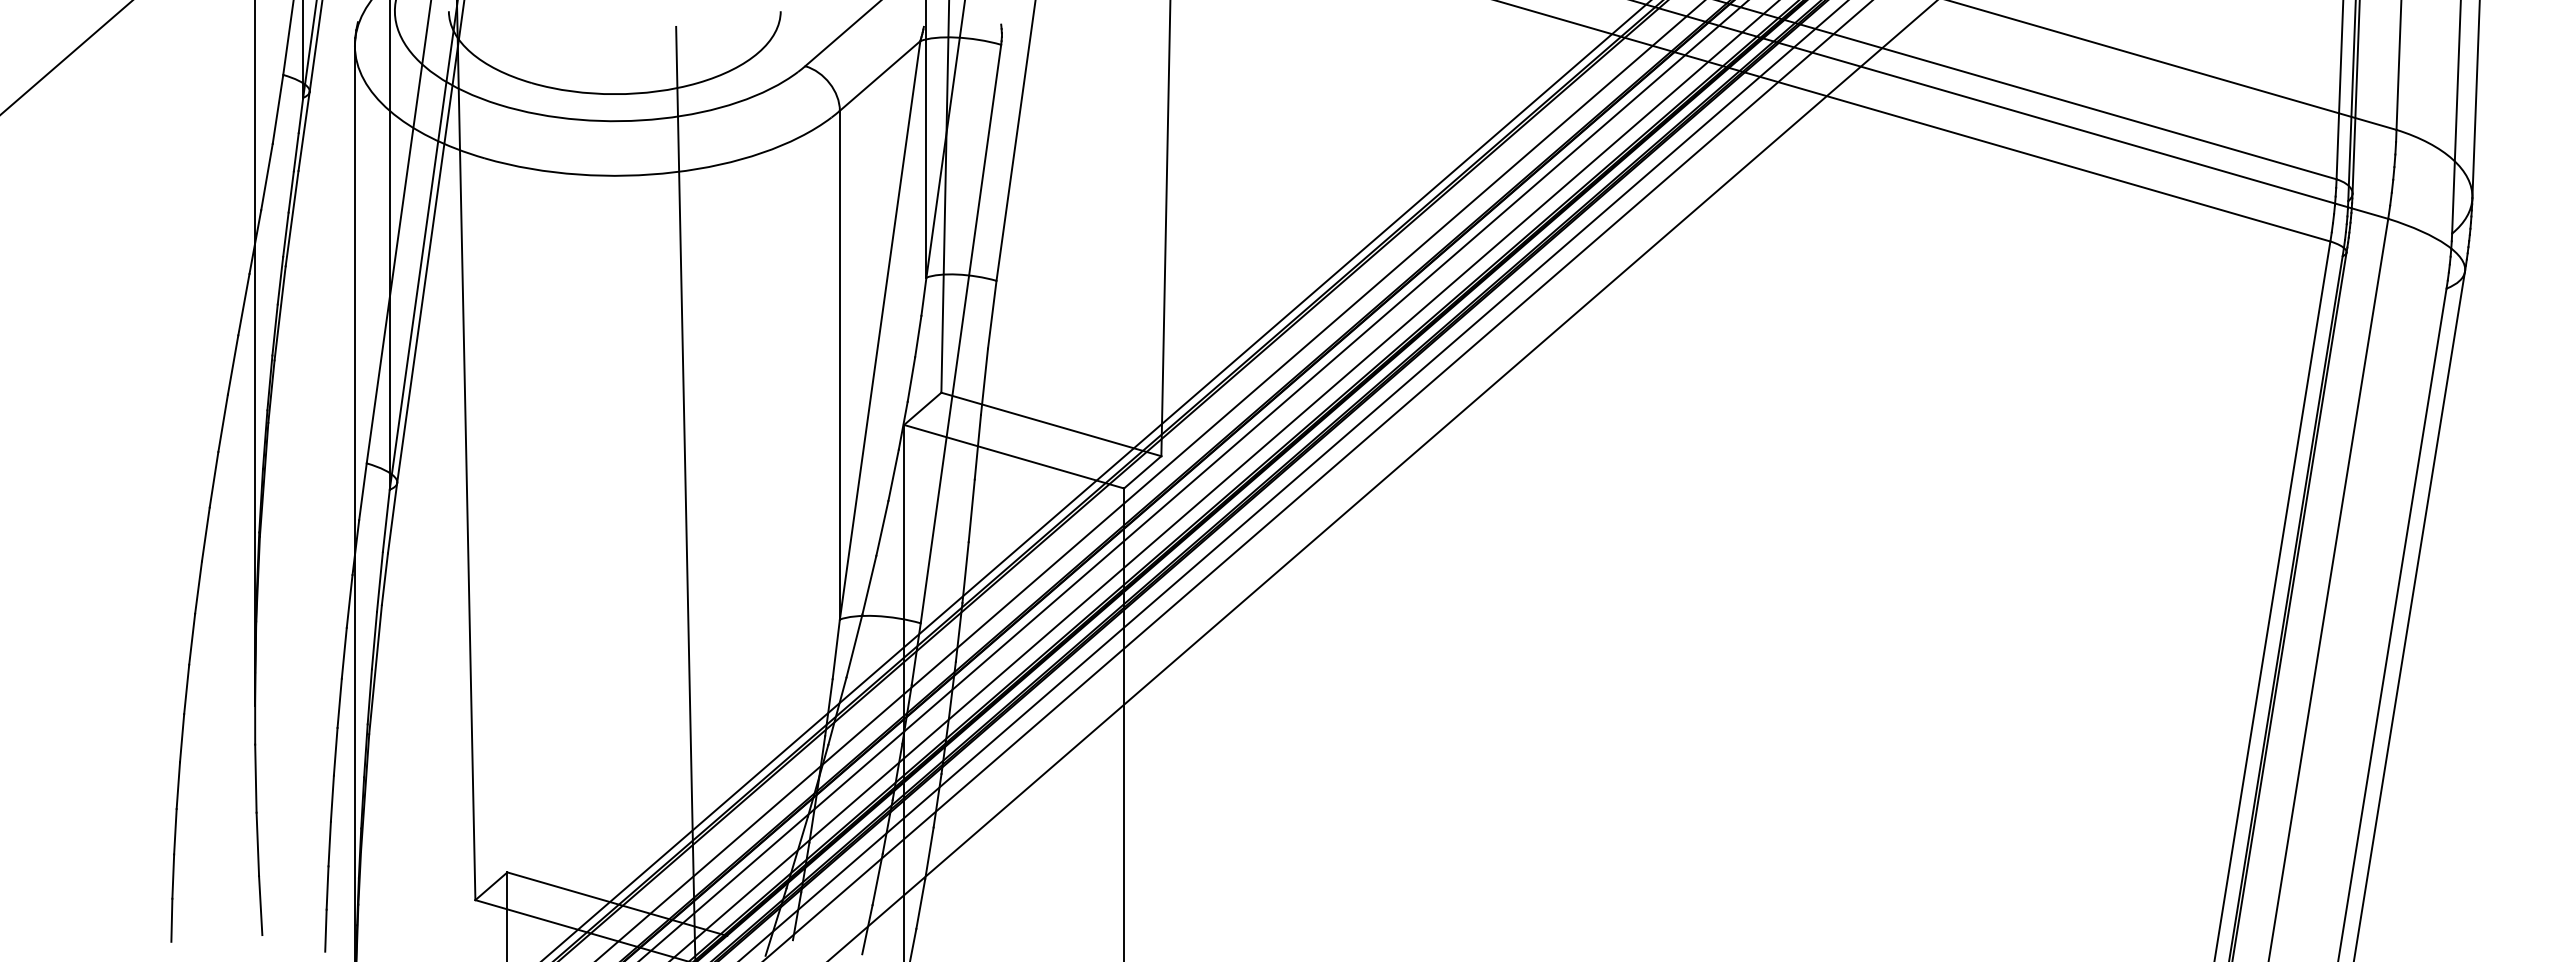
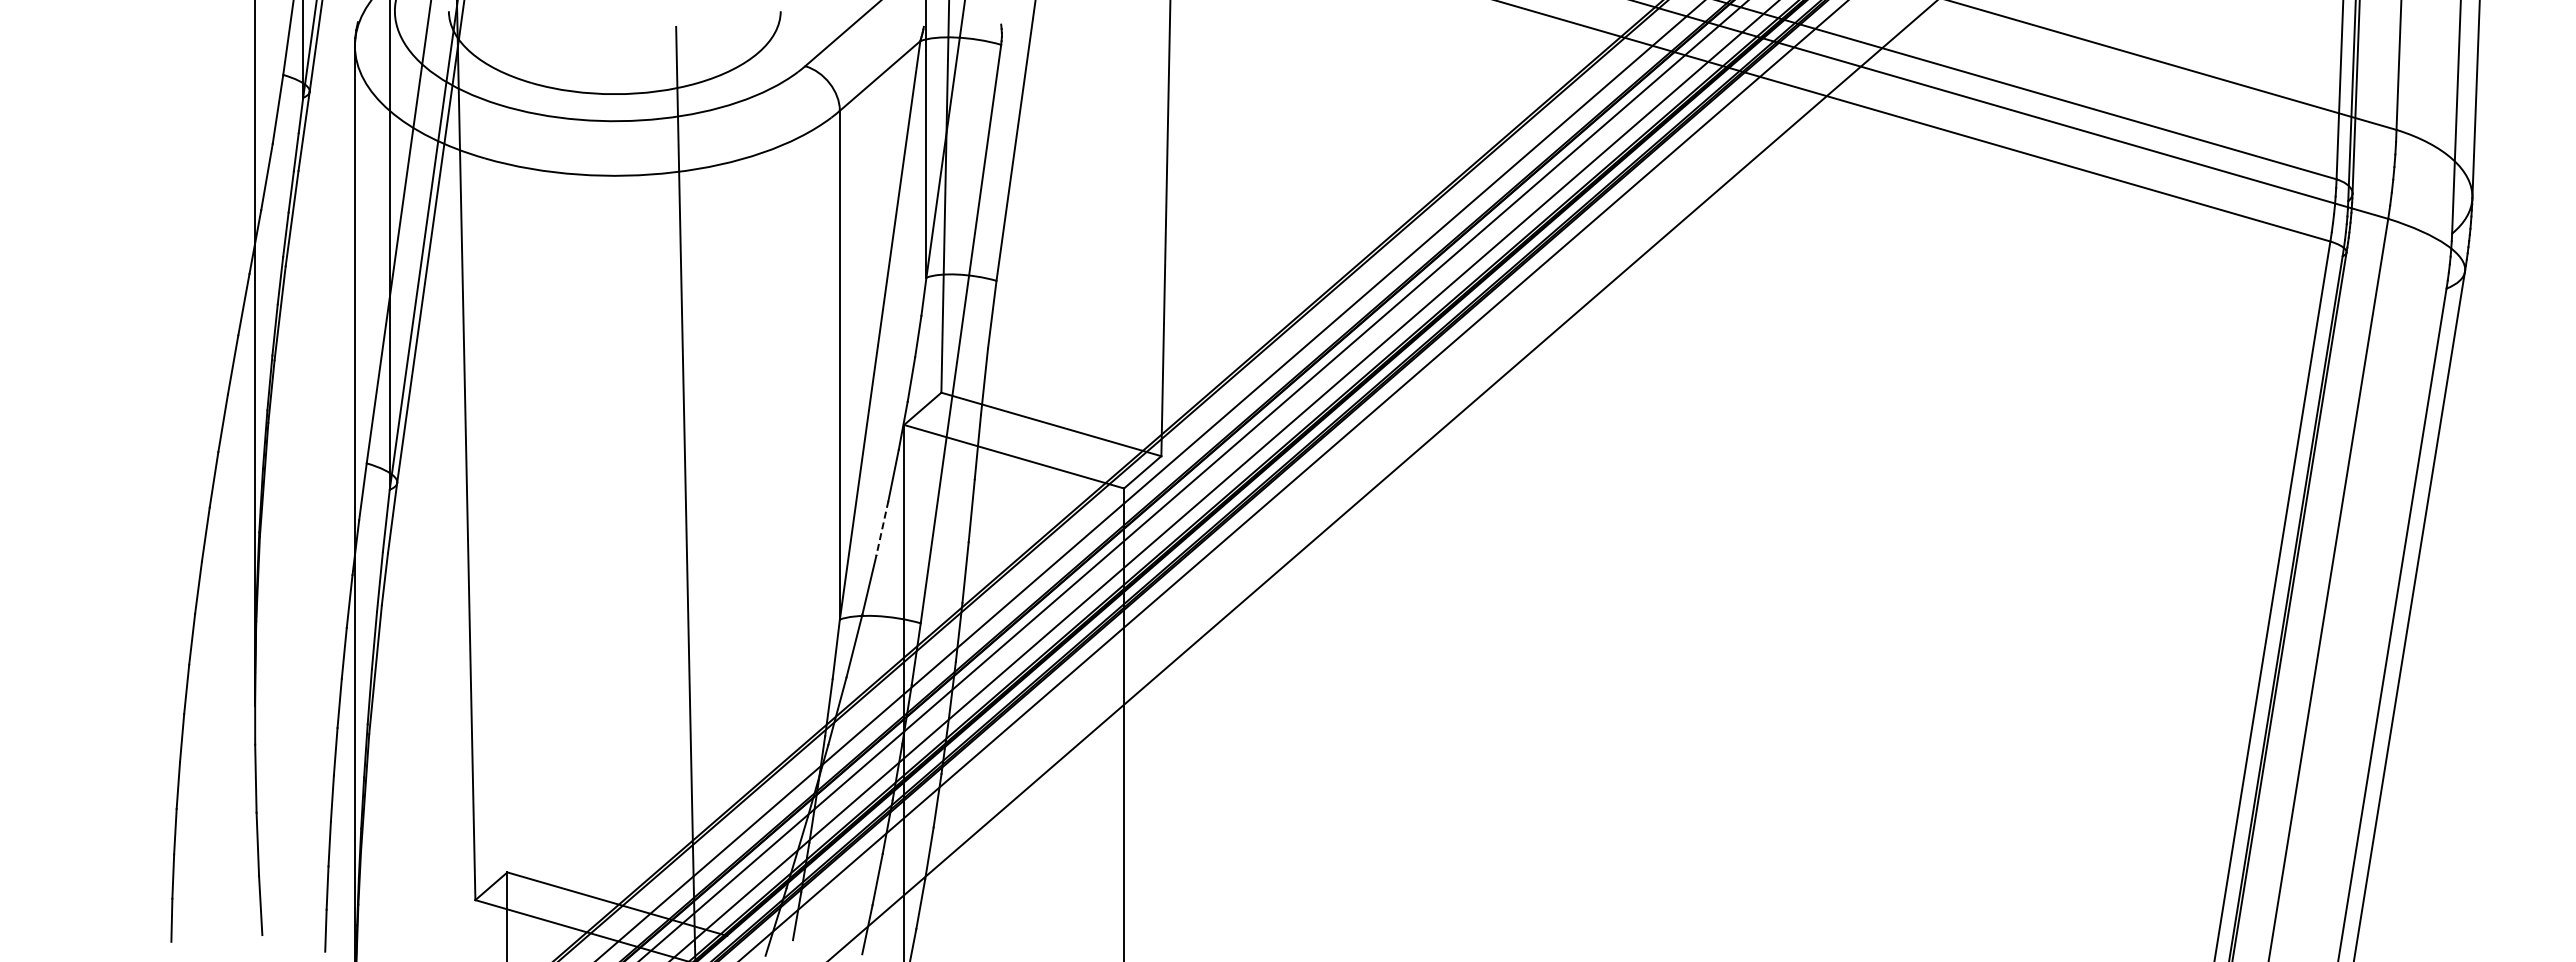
line at (66, 57): present -> none
line at (1096, 480): present -> none
line at (1318, 480): present -> none
line at (882, 528): solid -> dashed
